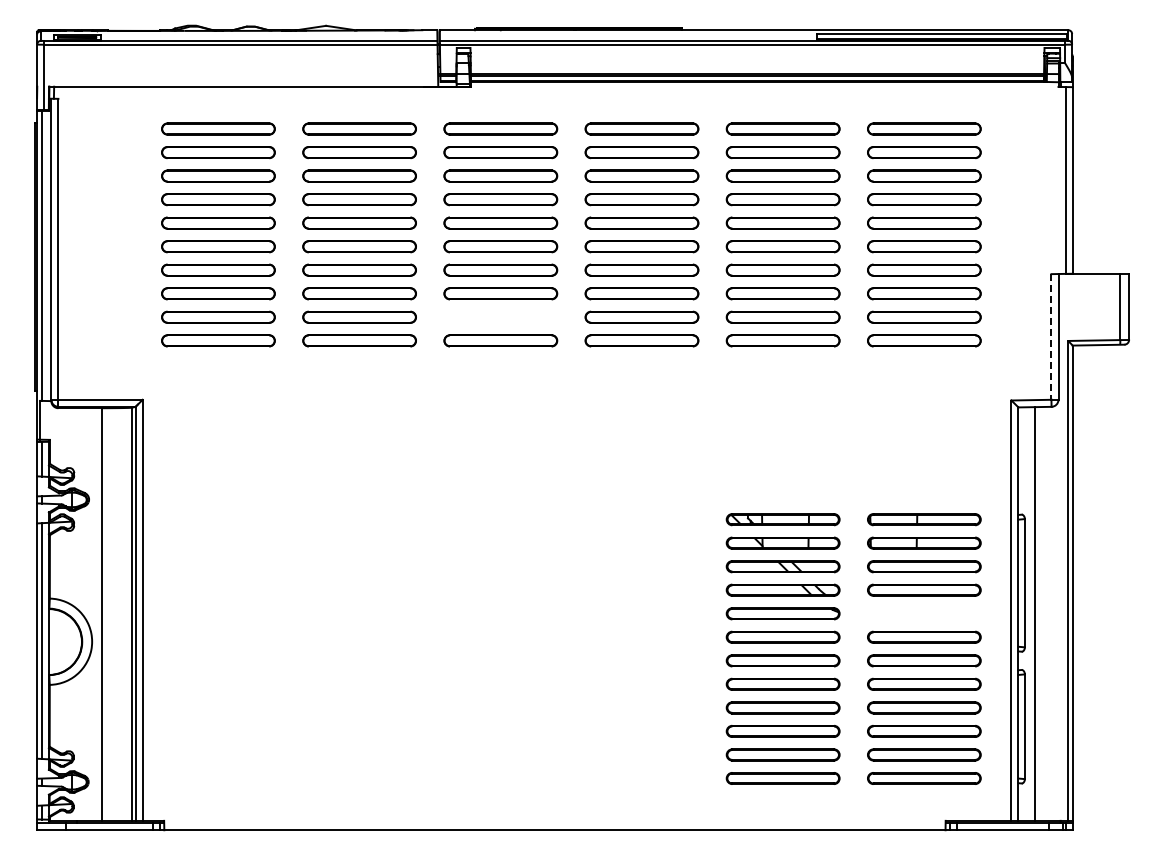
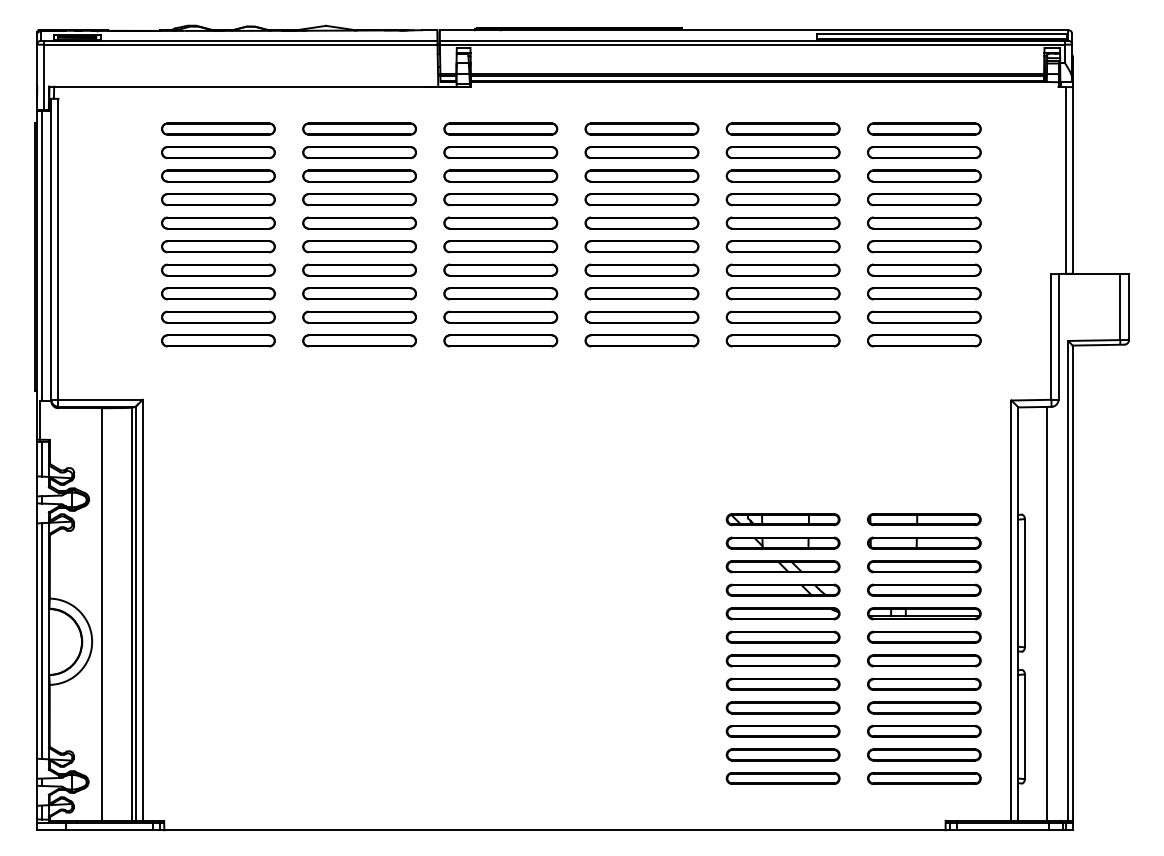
part at (500, 316): none -> present
line at (1051, 336): dashed -> solid
part at (924, 613): none -> present
line at (1034, 613) position: (1034, 613) -> (1046, 613)
